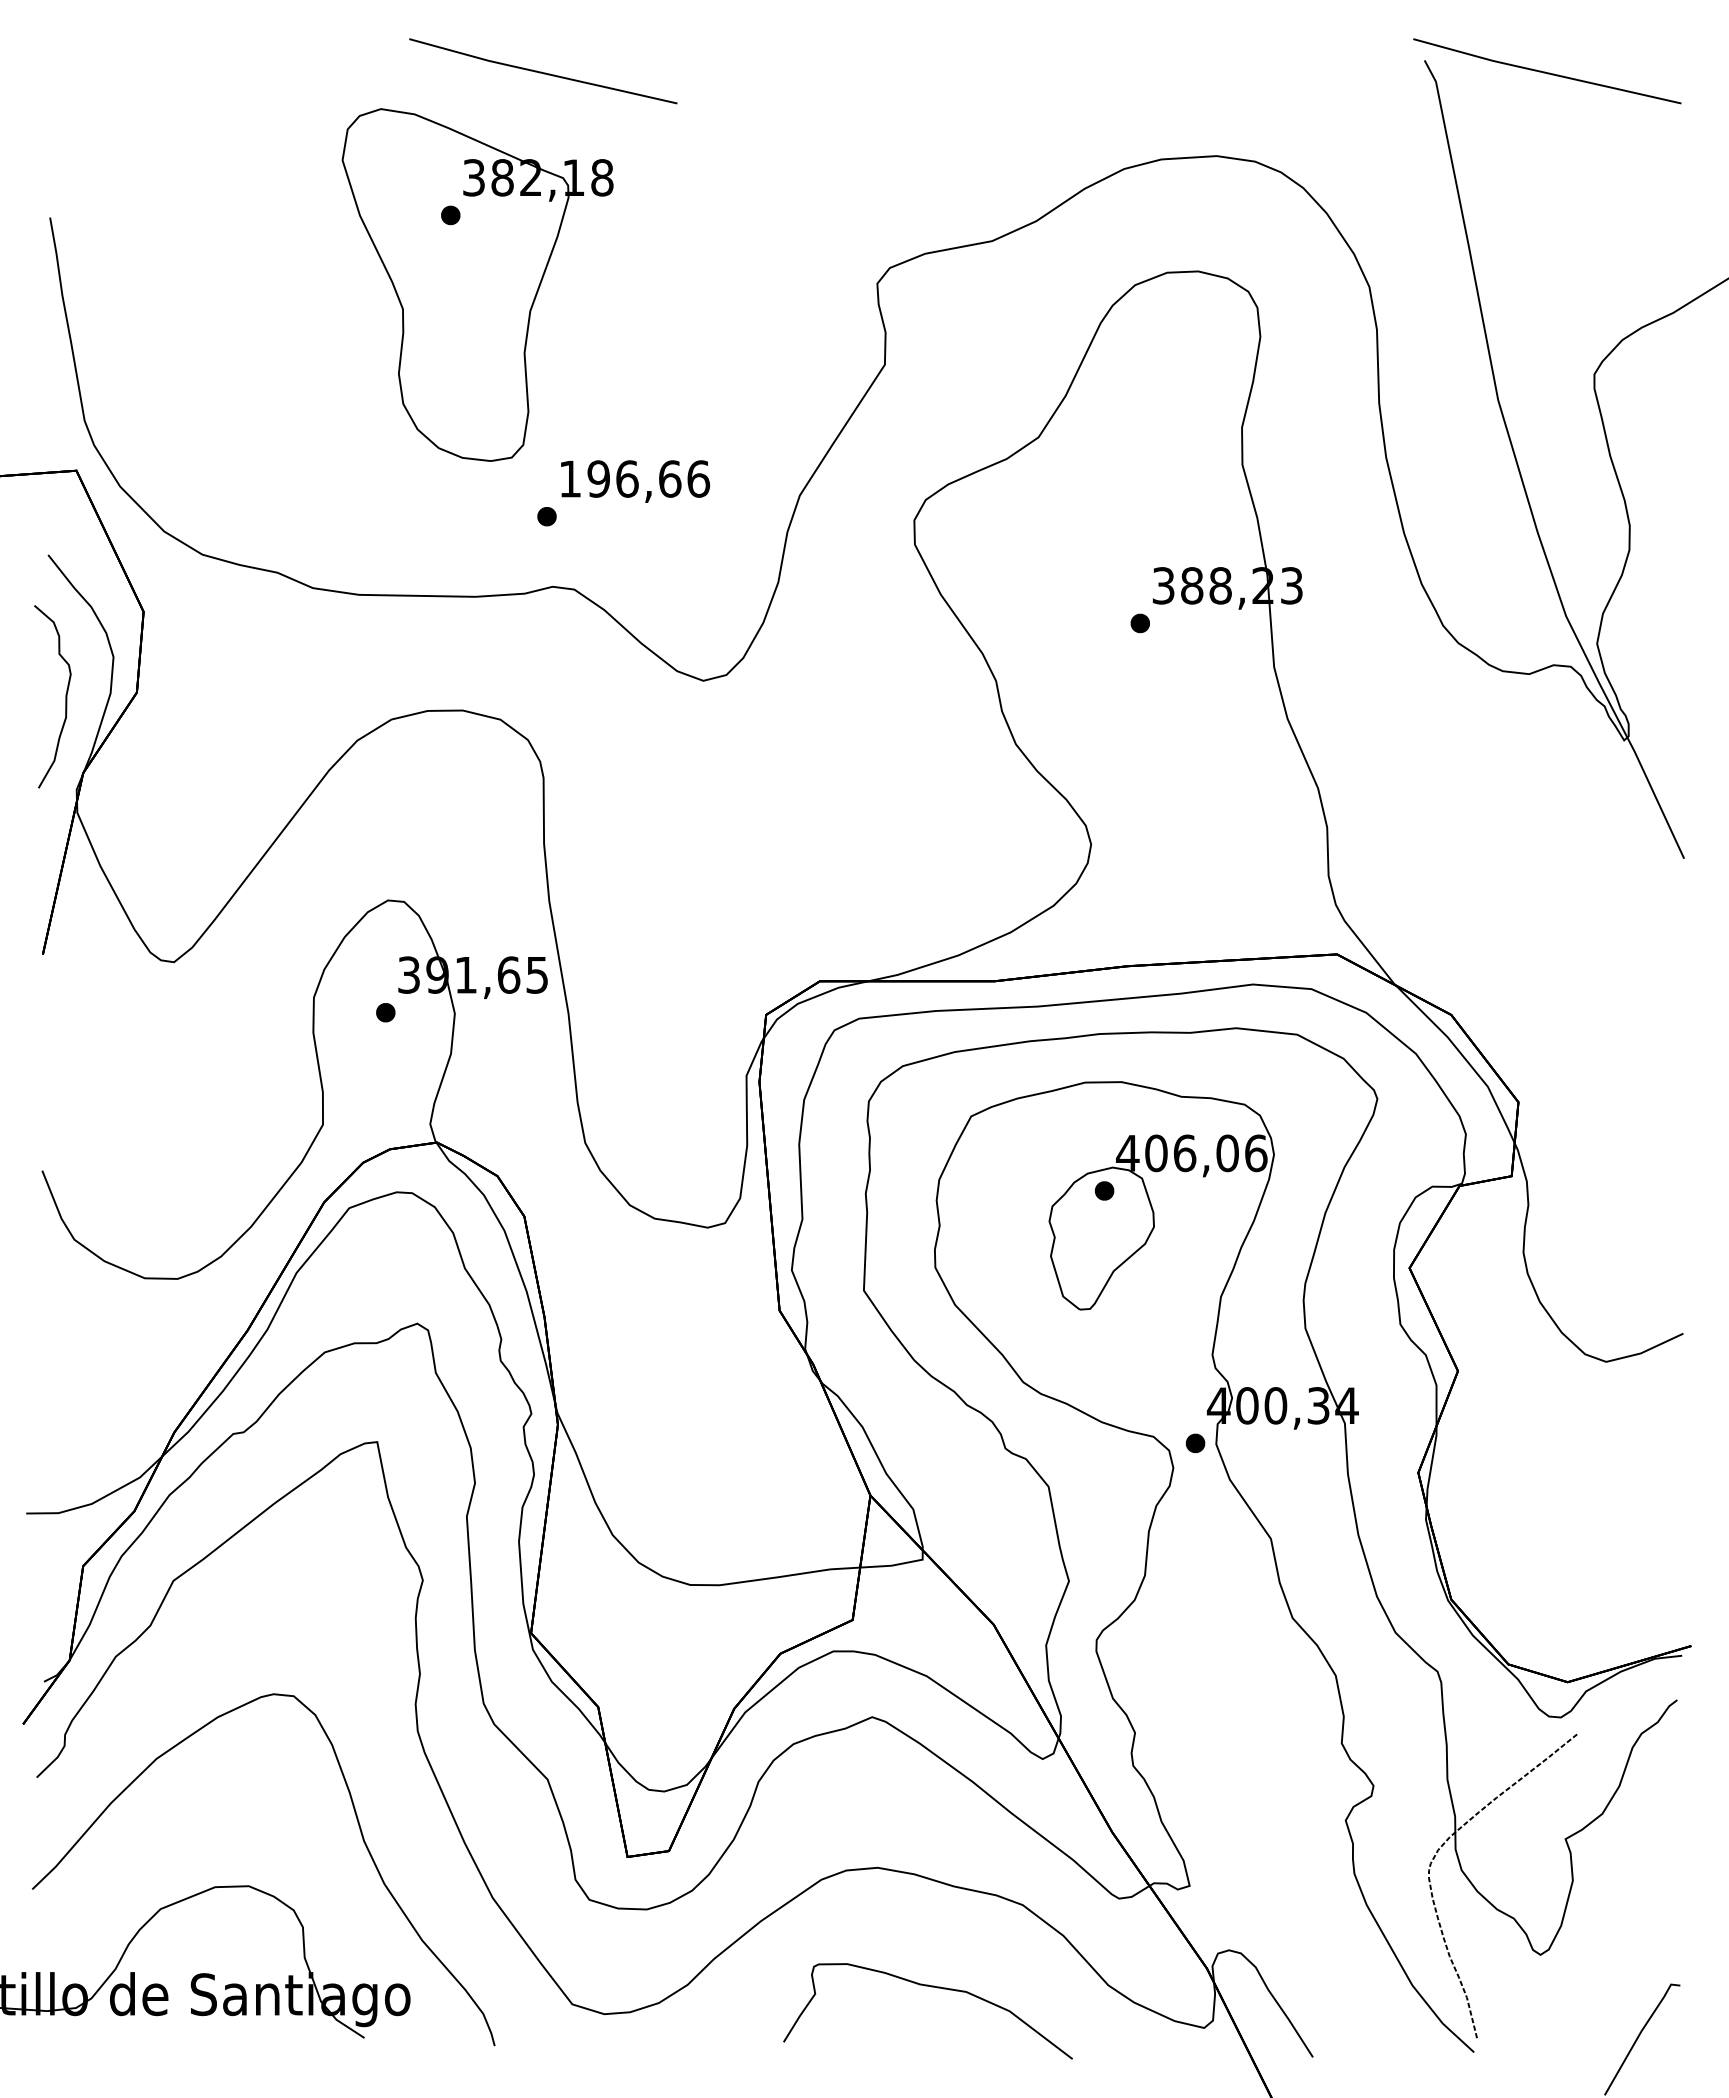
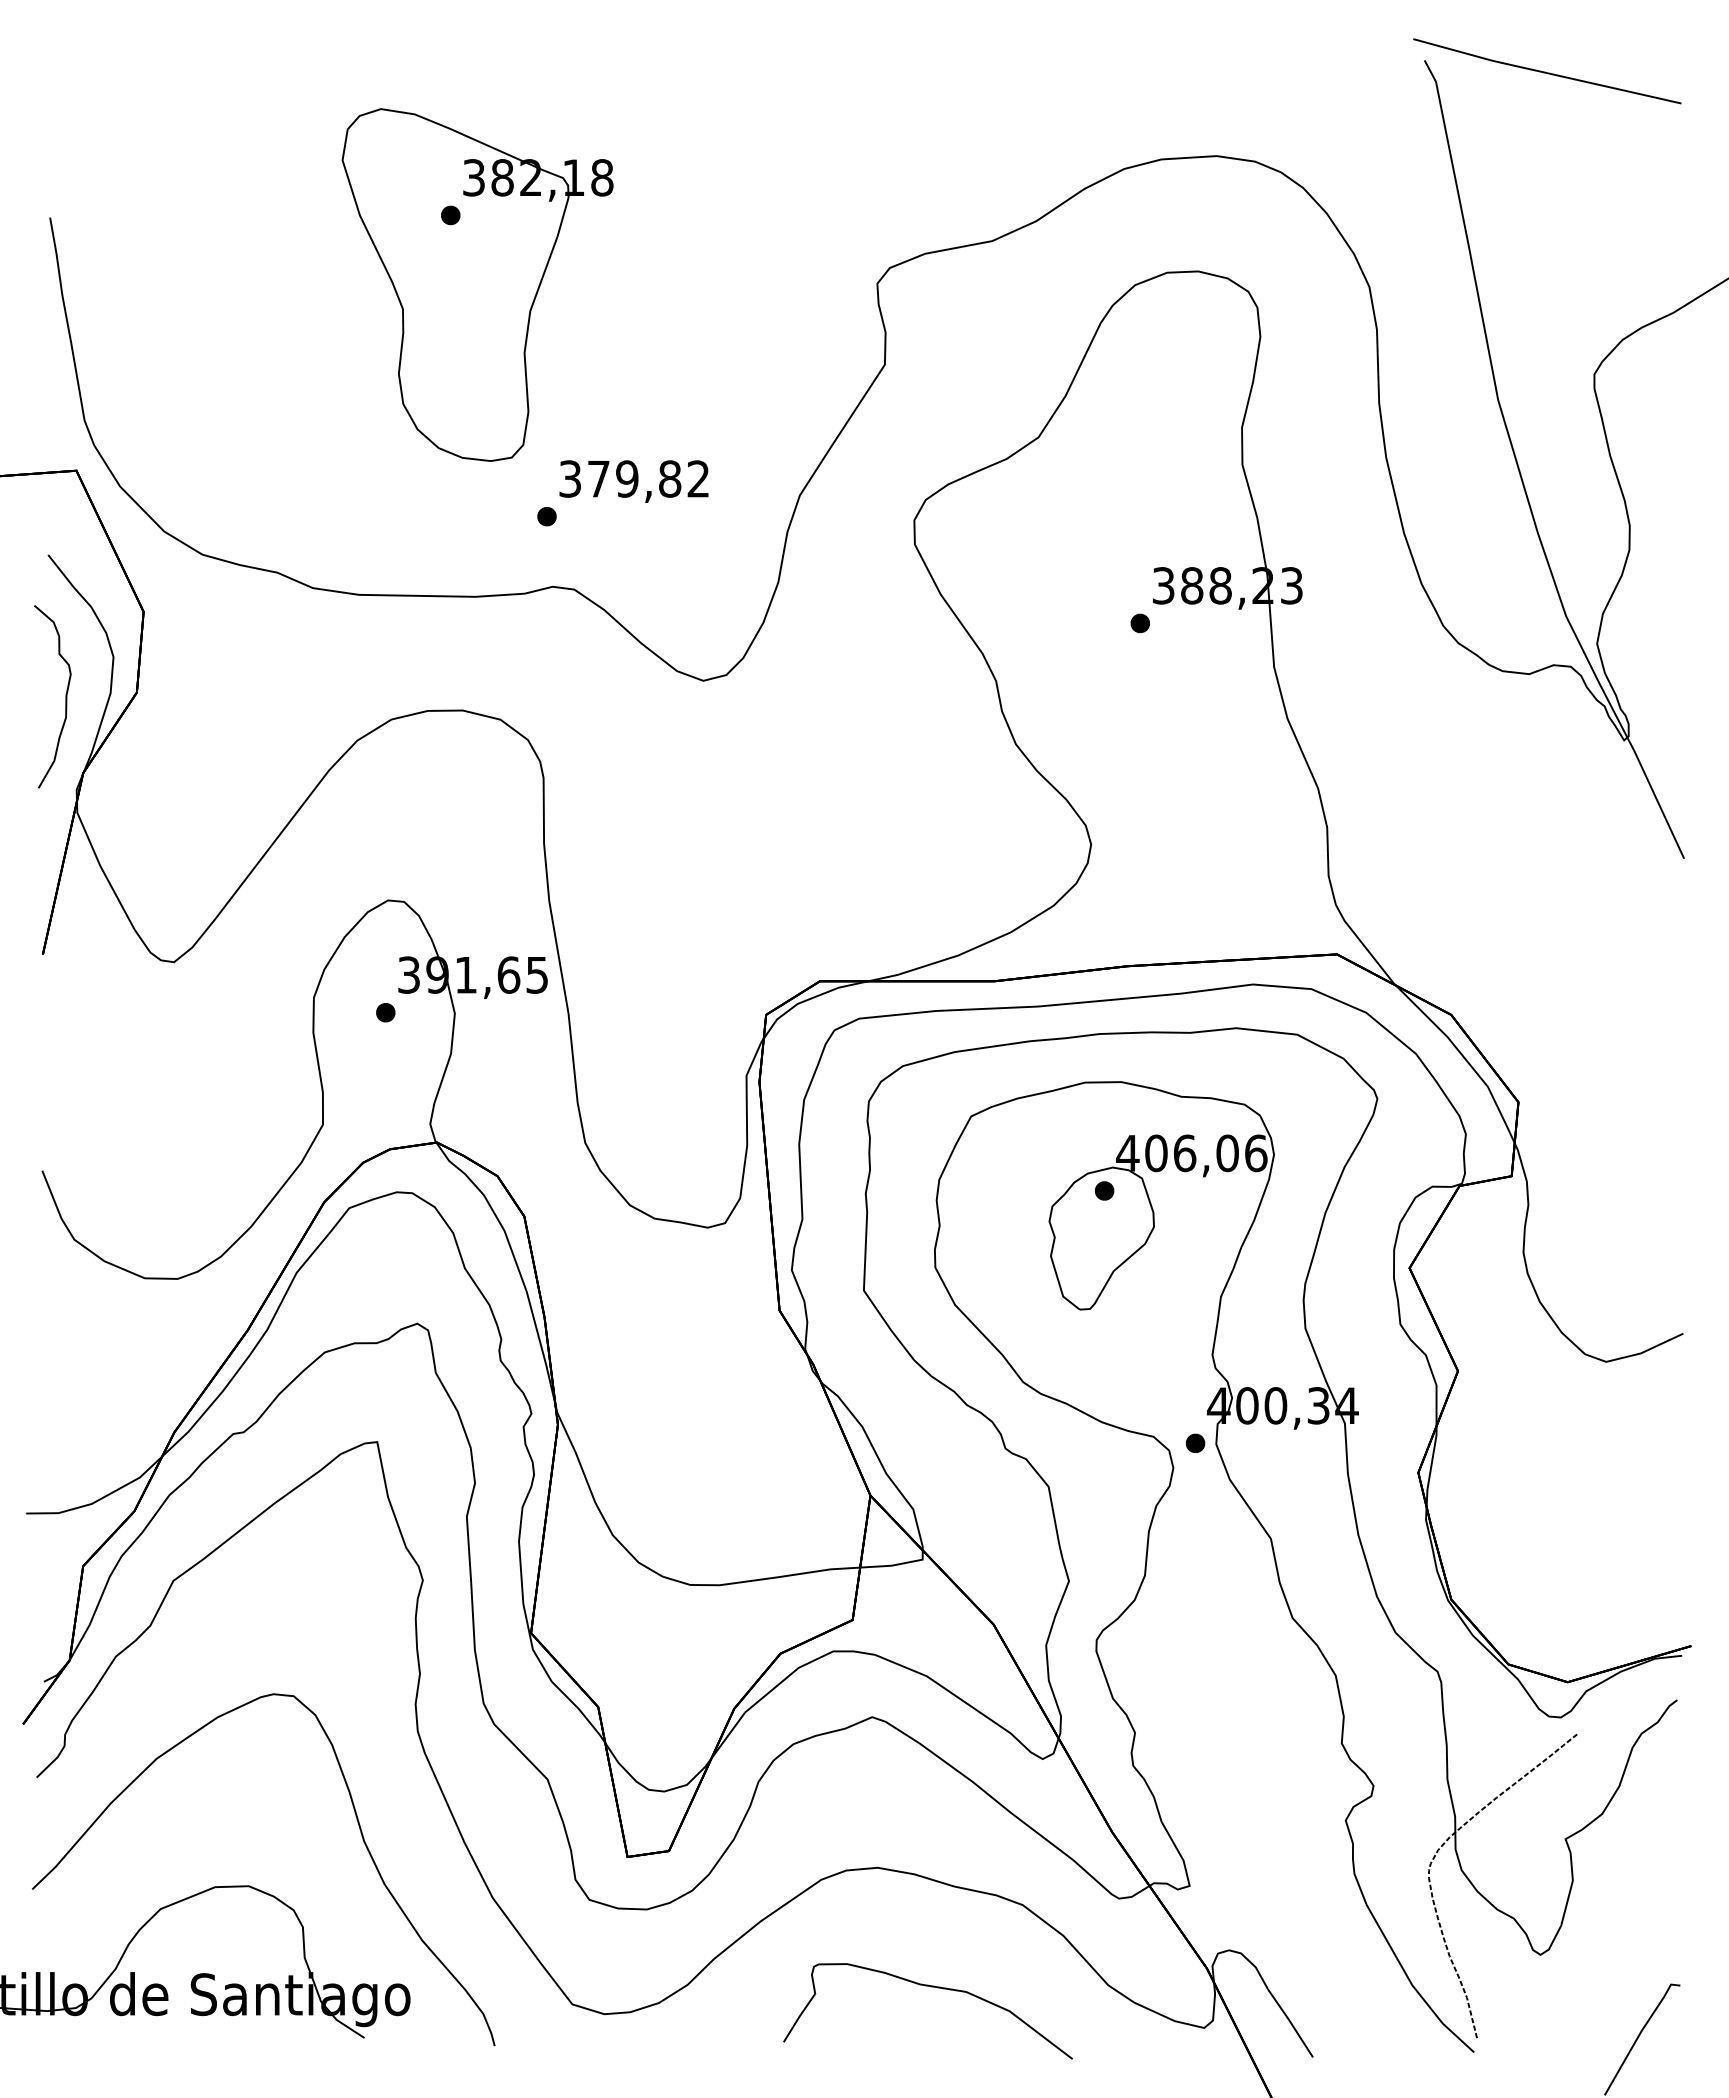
curve at (543, 72): present -> none
text at (634, 478): 196,66 -> 379,82
